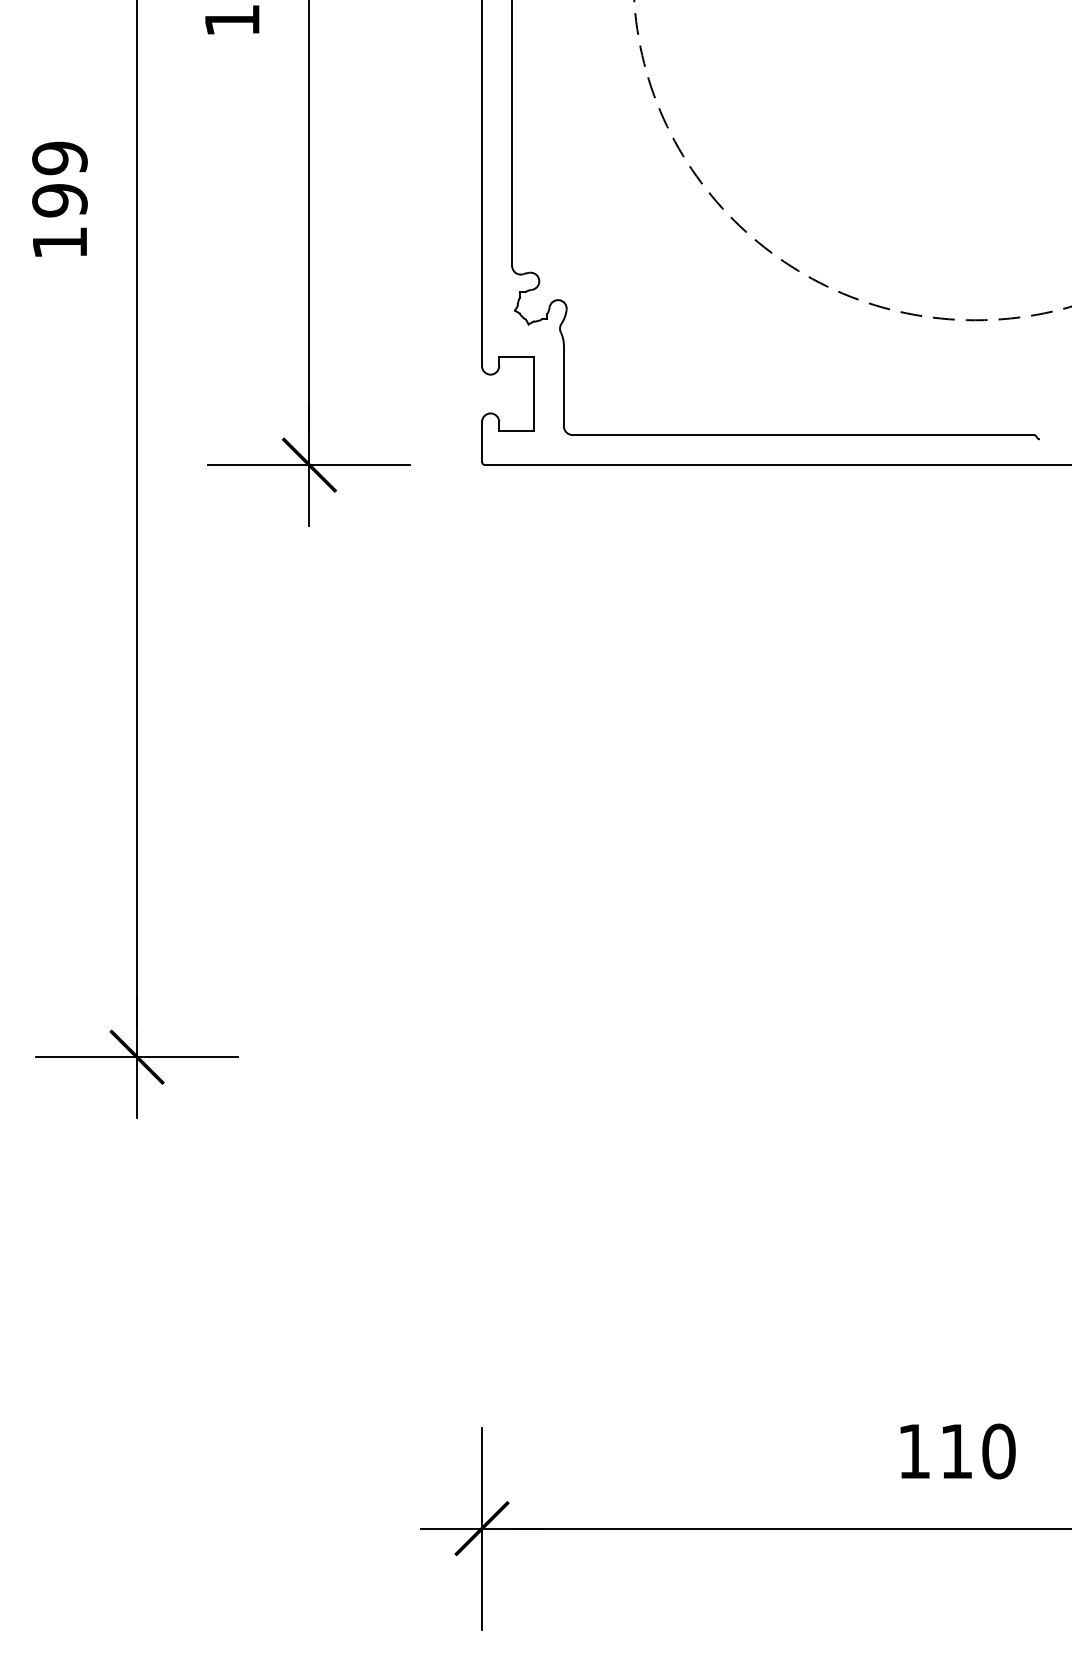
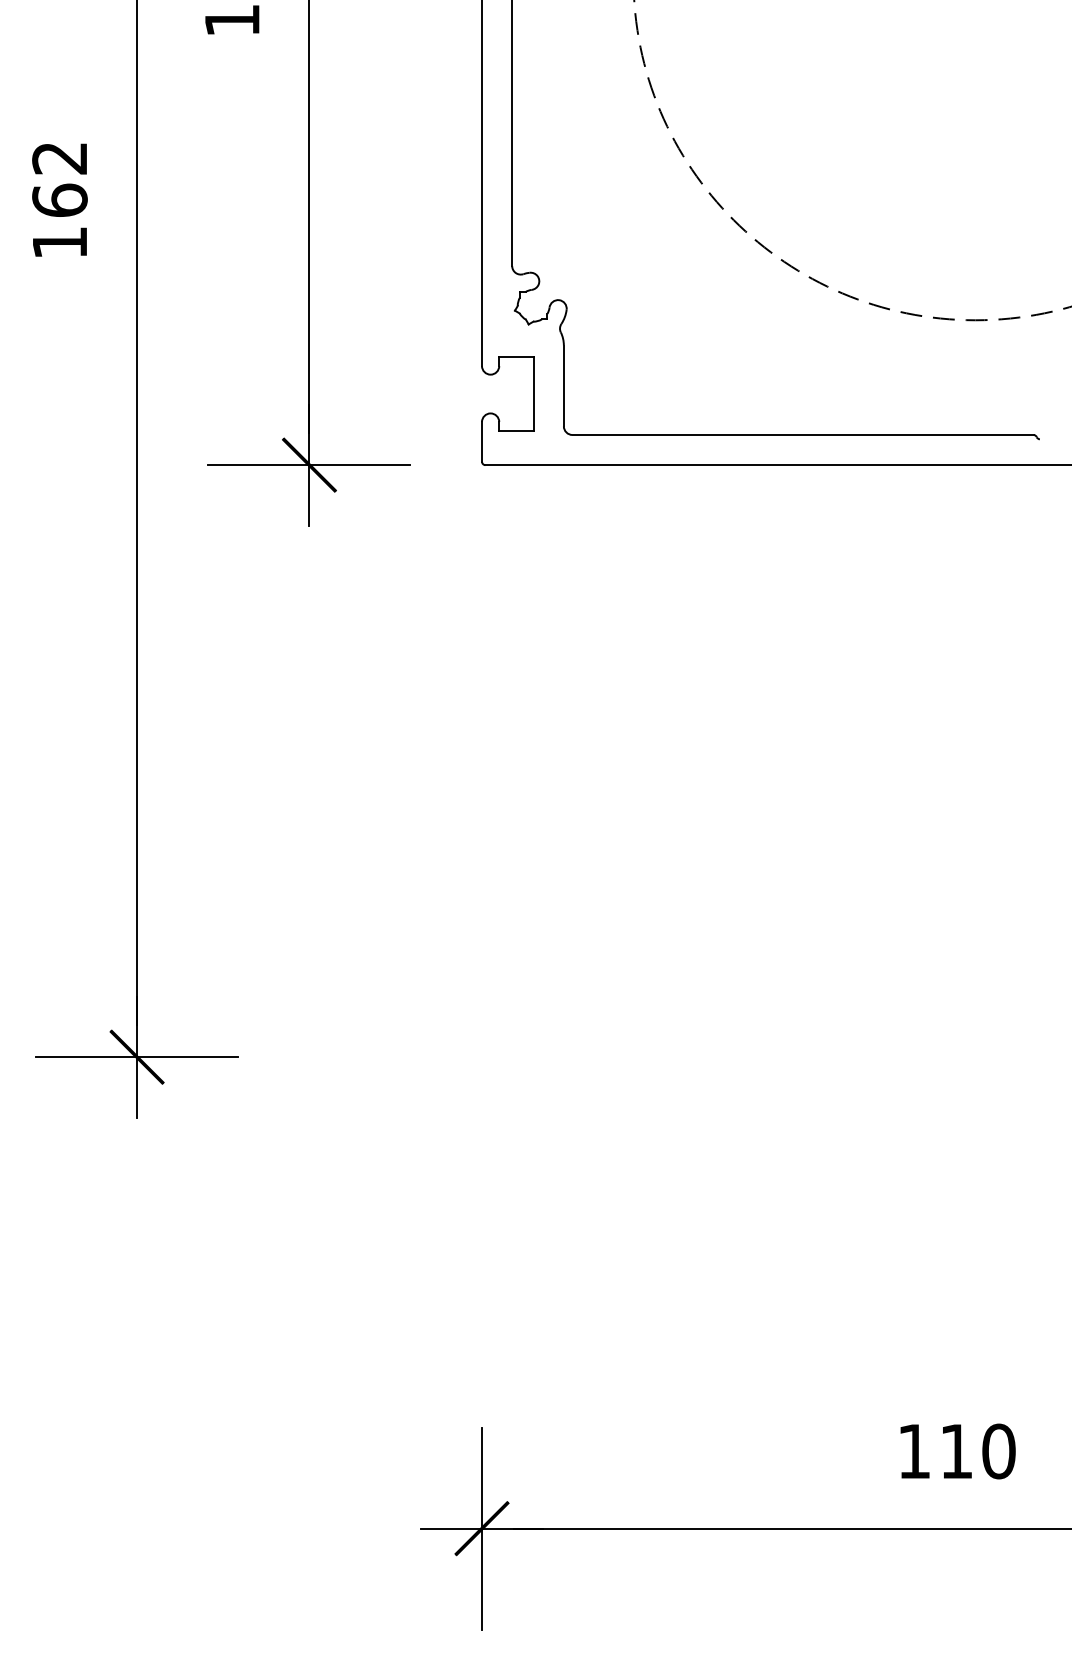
text at (59, 179): 199 -> 162
